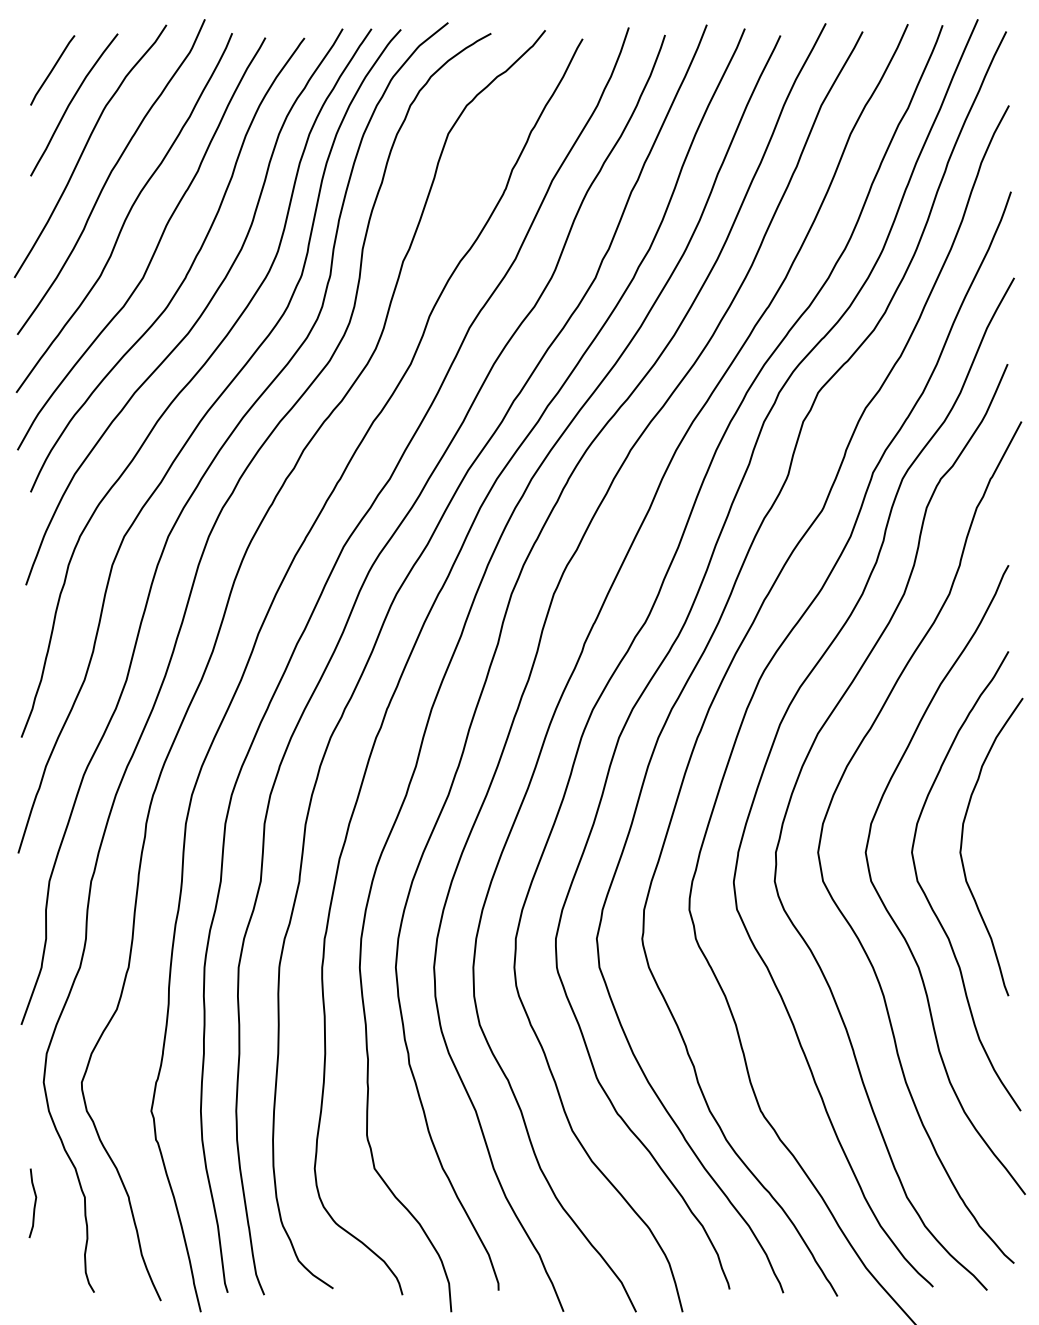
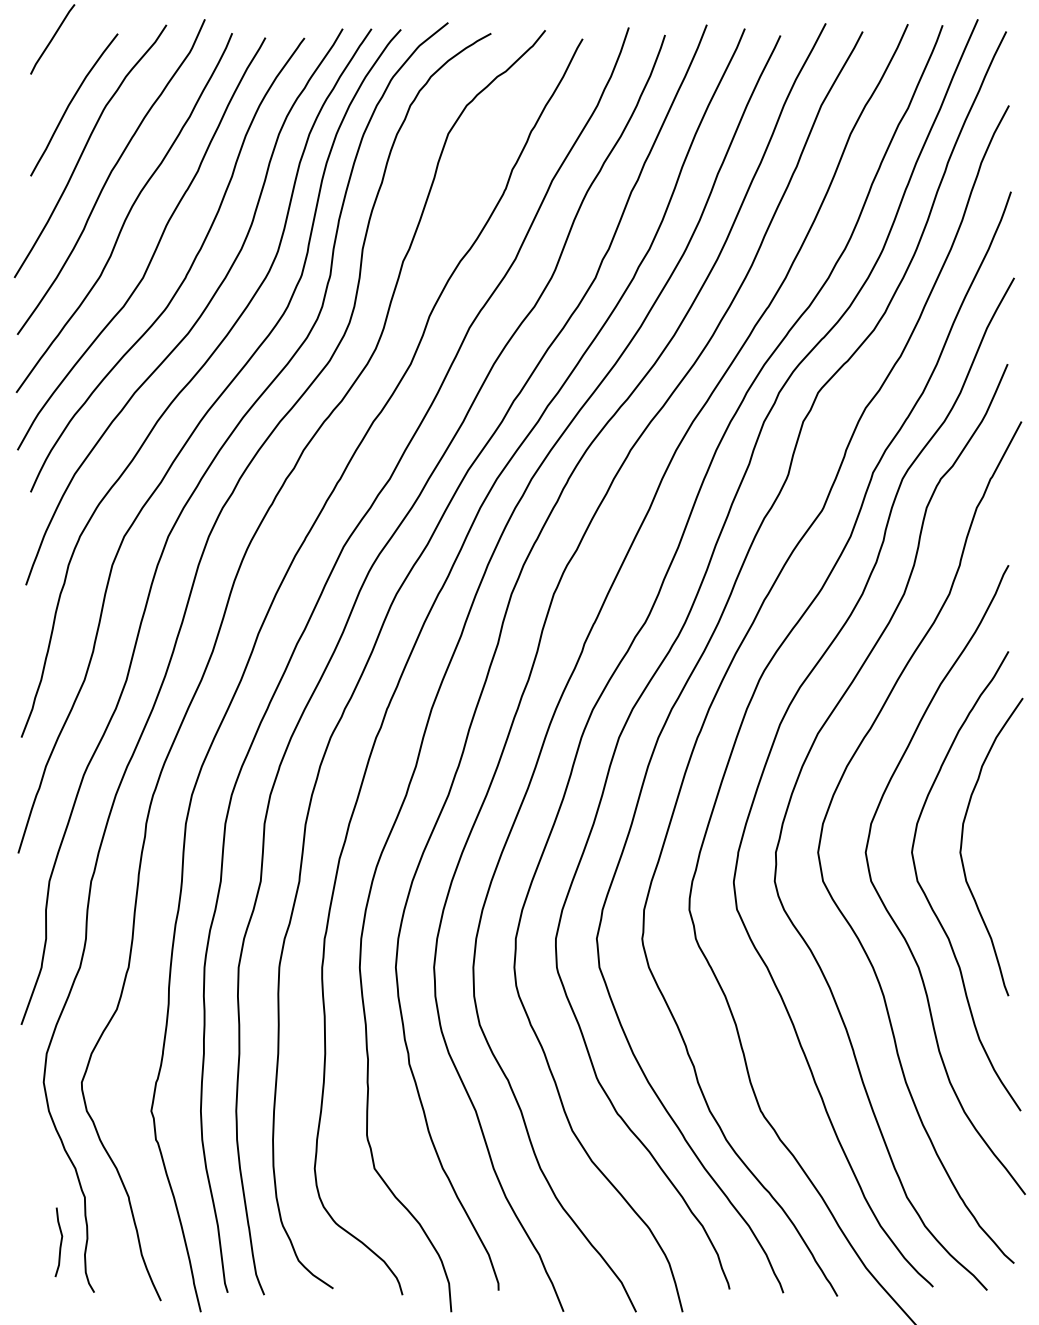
line at (52, 70) position: (52, 70) -> (52, 39)
curve at (34, 1203) position: (34, 1203) -> (60, 1242)
